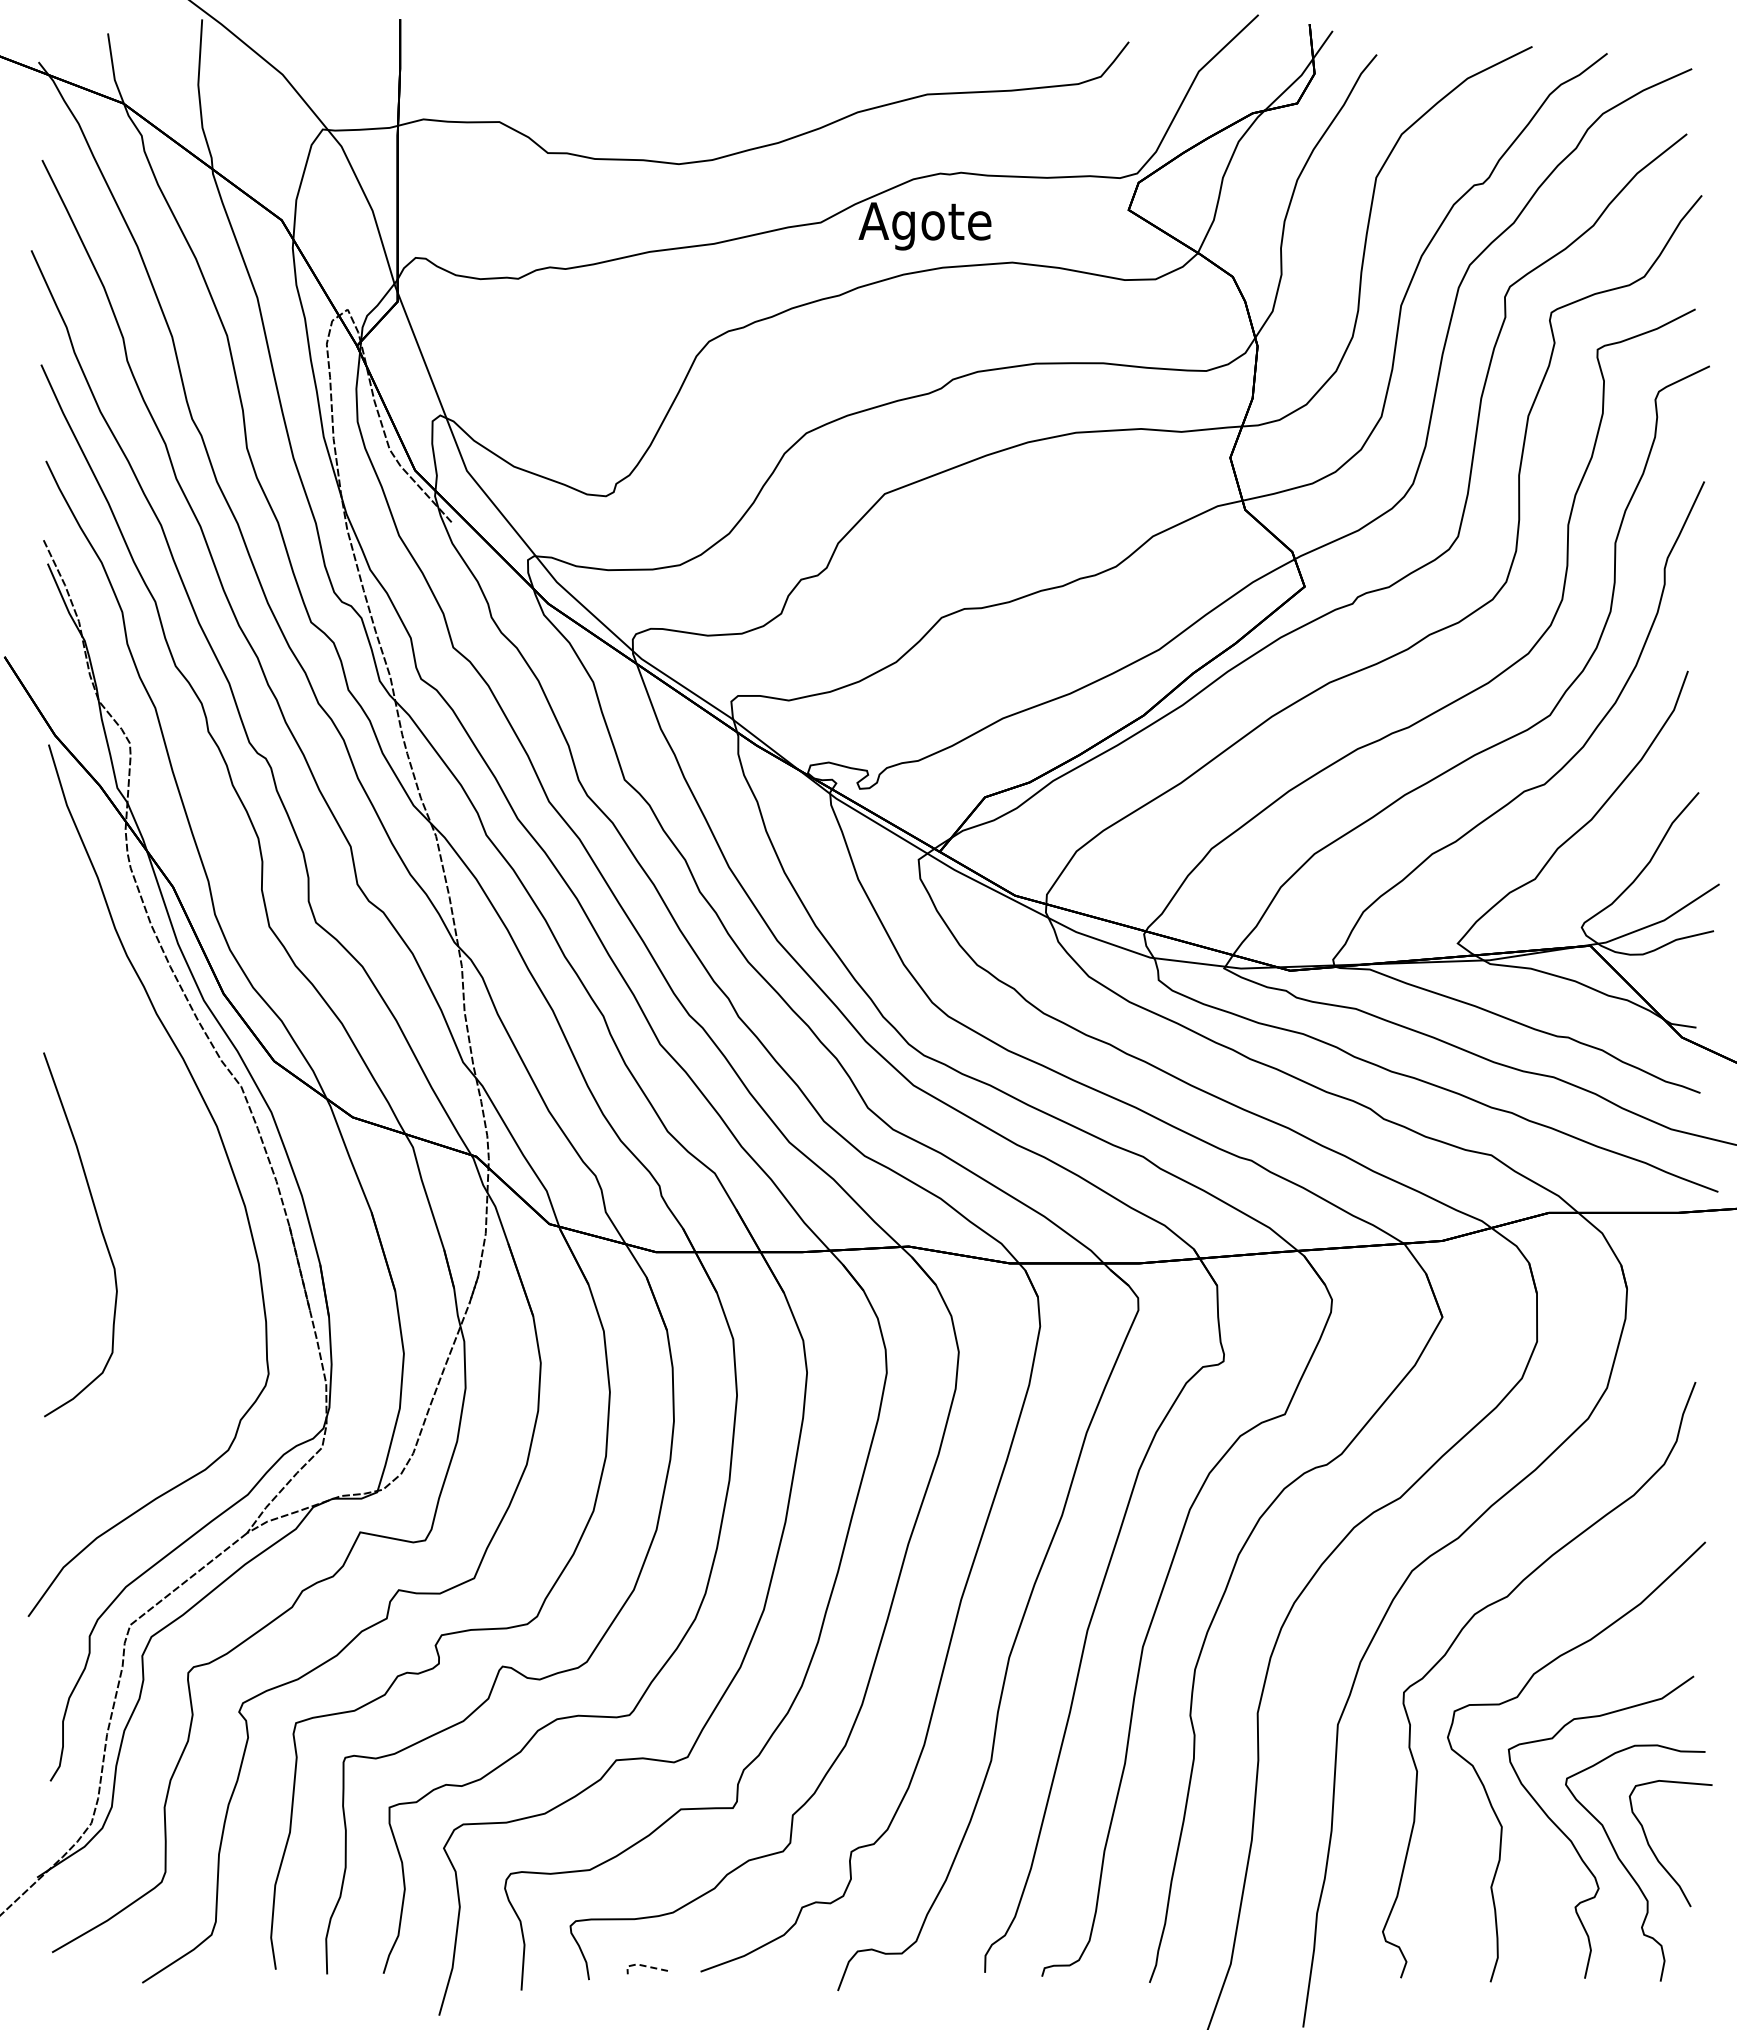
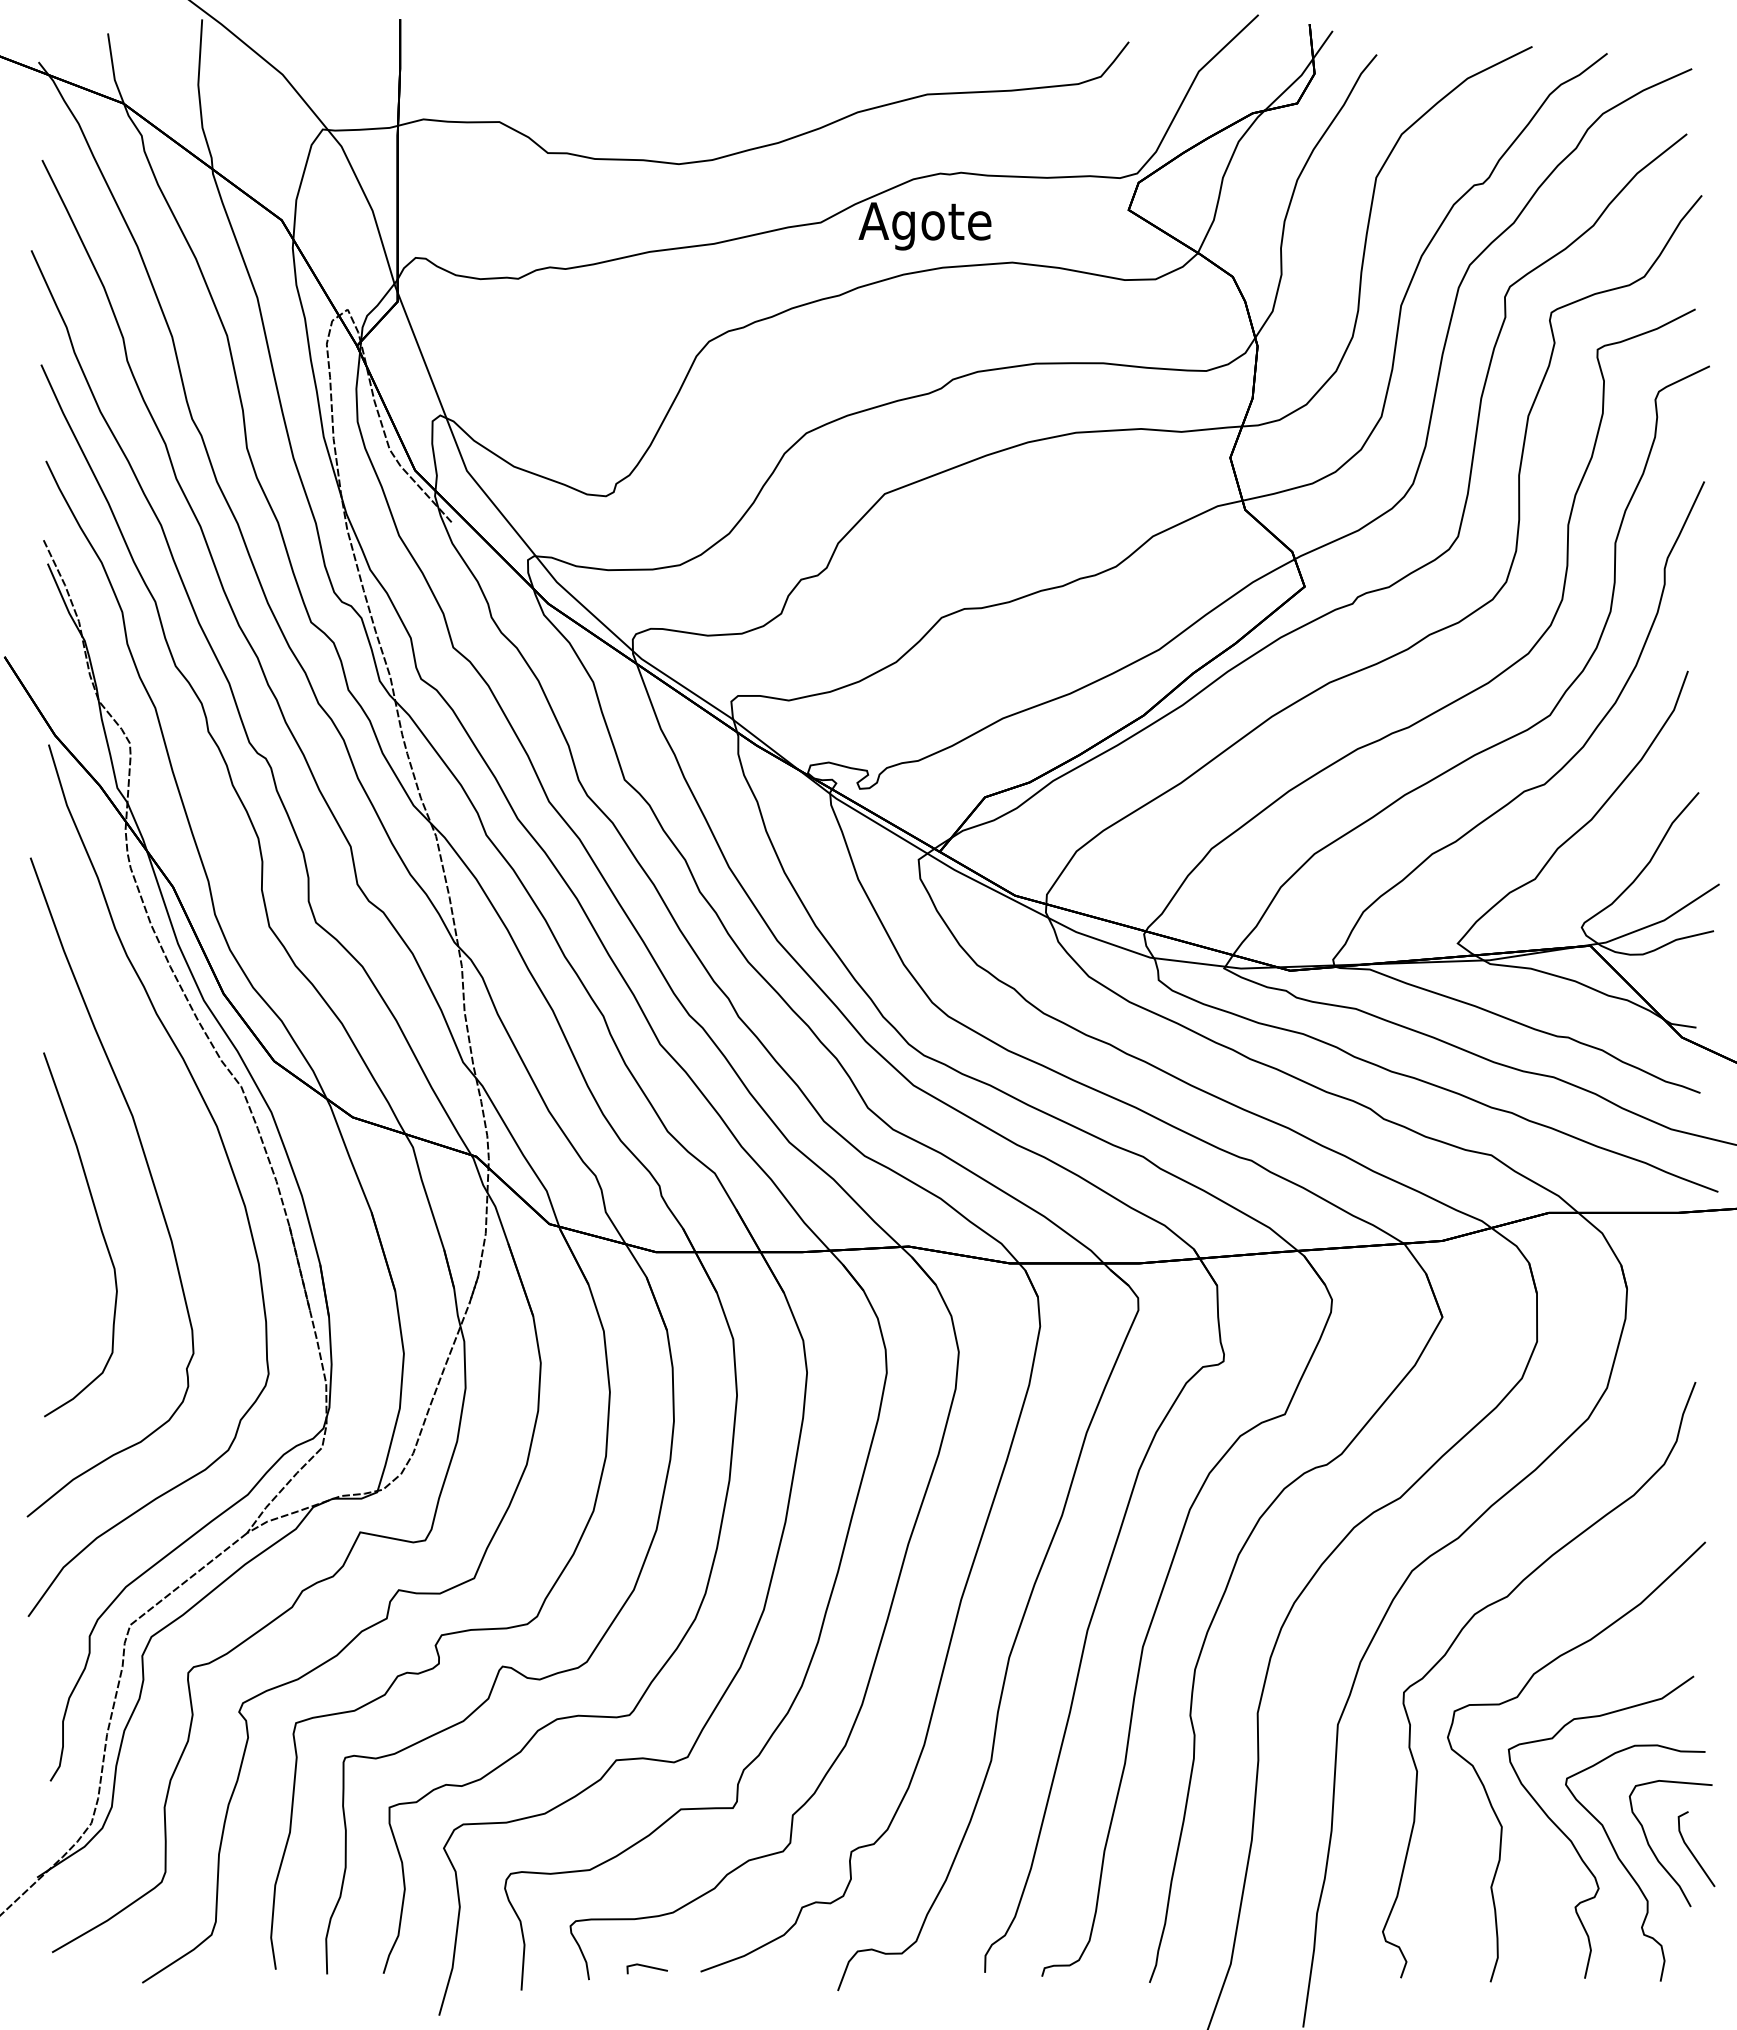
curve at (149, 1174): none -> present
line at (1692, 1852): none -> present
line at (642, 1965): dashed -> solid
